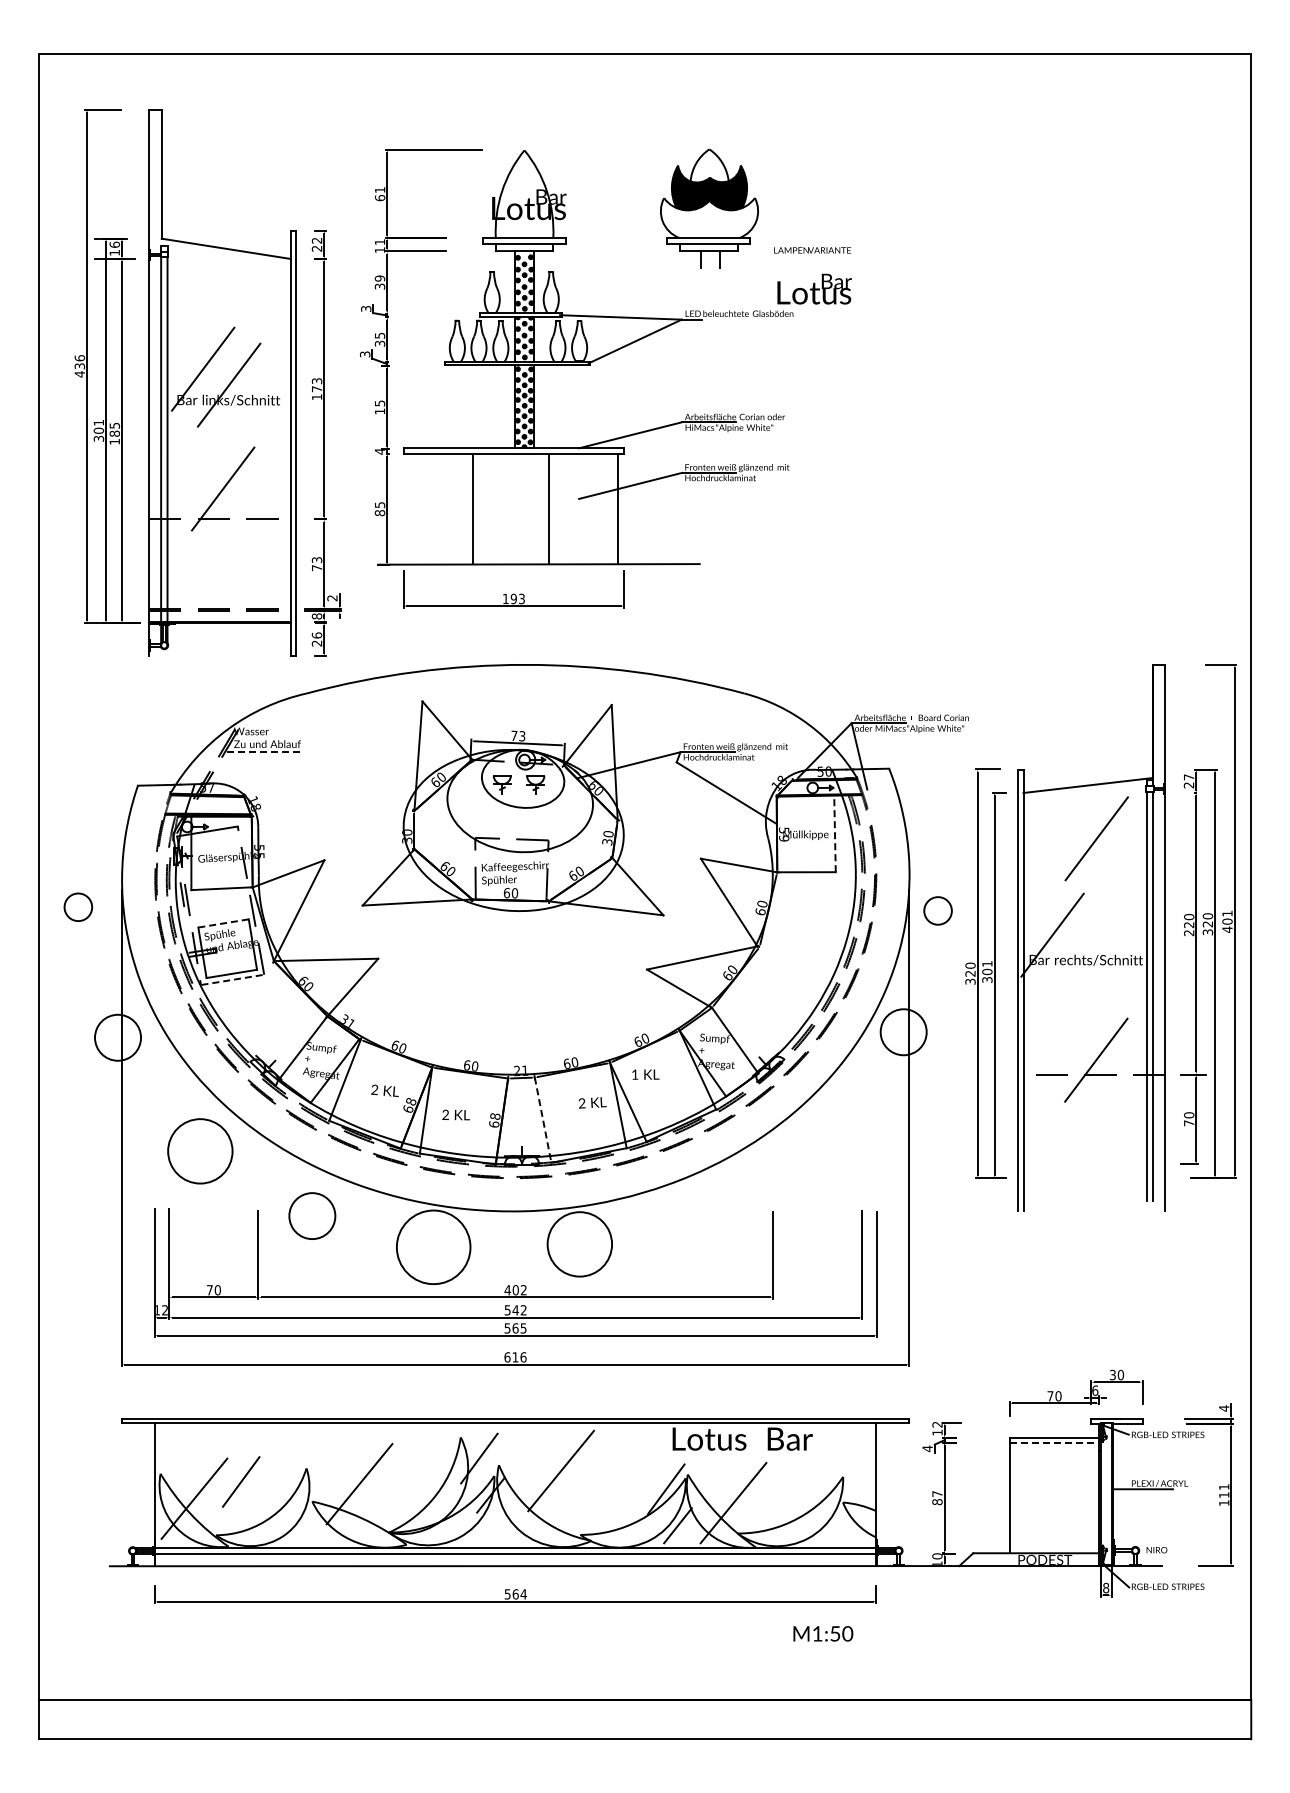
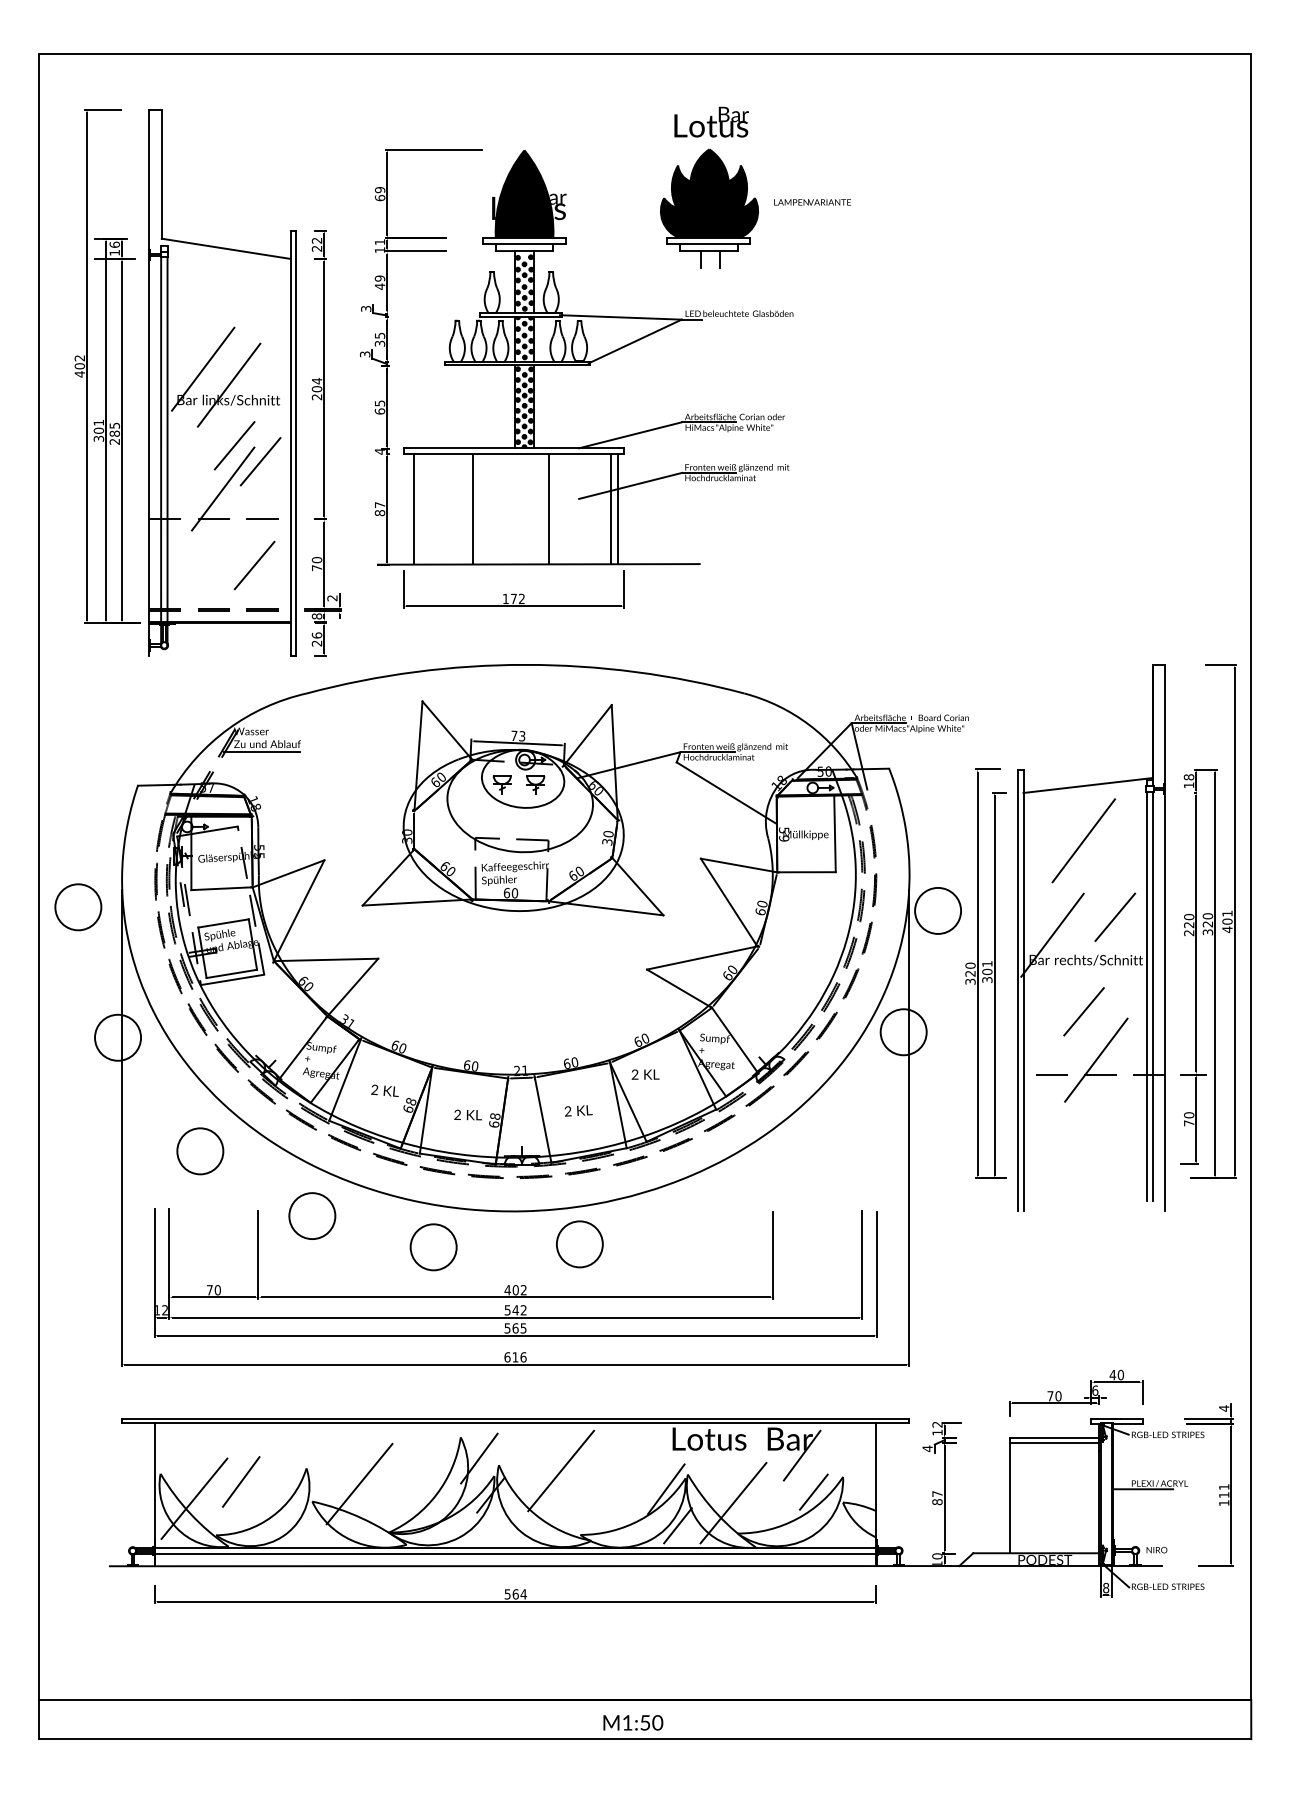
fill at (709, 165): none -> present
text at (379, 190): 61 -> 69
fill at (524, 193): none -> present
fill at (709, 217): none -> present
text at (812, 250) position: (812, 250) -> (812, 202)
text at (379, 286): 39 -> 49
text at (814, 288) position: (814, 288) -> (711, 121)
text at (79, 362): 436 -> 402
text at (316, 388): 173 -> 204
text at (379, 411): 15 -> 65
text at (114, 441): 185 -> 285
line at (234, 445): none -> present
line at (260, 461): none -> present
text at (380, 505): 85 -> 87
line at (414, 508): none -> present
line at (611, 508): none -> present
text at (316, 560): 73 -> 70
line at (254, 565): none -> present
text at (517, 598): 193 -> 172
line at (261, 751): dashed -> solid
text at (1188, 781): 27 -> 18
line at (834, 833): dashed -> solid
line at (1096, 838) position: (1096, 838) -> (1083, 840)
circle at (78, 907) diameter: 28 px -> 46 px
circle at (937, 910) diameter: 28 px -> 46 px
line at (1115, 916): none -> present
line at (223, 923): dashed -> solid
line at (232, 979): dashed -> solid
line at (1083, 1011): none -> present
text at (634, 1074): 1 -> 2
text at (592, 1102) position: (592, 1102) -> (578, 1110)
text at (455, 1114) position: (455, 1114) -> (467, 1114)
line at (543, 1120): dashed -> solid
circle at (200, 1151) diameter: 64 px -> 46 px
circle at (579, 1244) diameter: 64 px -> 46 px
circle at (433, 1247) diameter: 74 px -> 46 px
text at (1112, 1374): 30 -> 40
line at (1054, 1442): dashed -> solid
line at (801, 1455): none -> present
line at (813, 1491): none -> present
text at (823, 1633) position: (823, 1633) -> (633, 1722)
